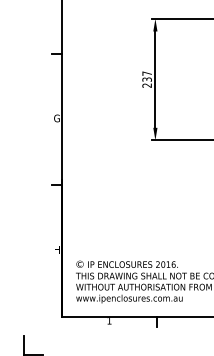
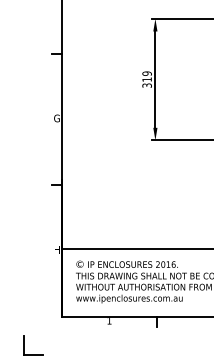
text at (146, 79): 237 -> 319
line at (135, 248): none -> present
